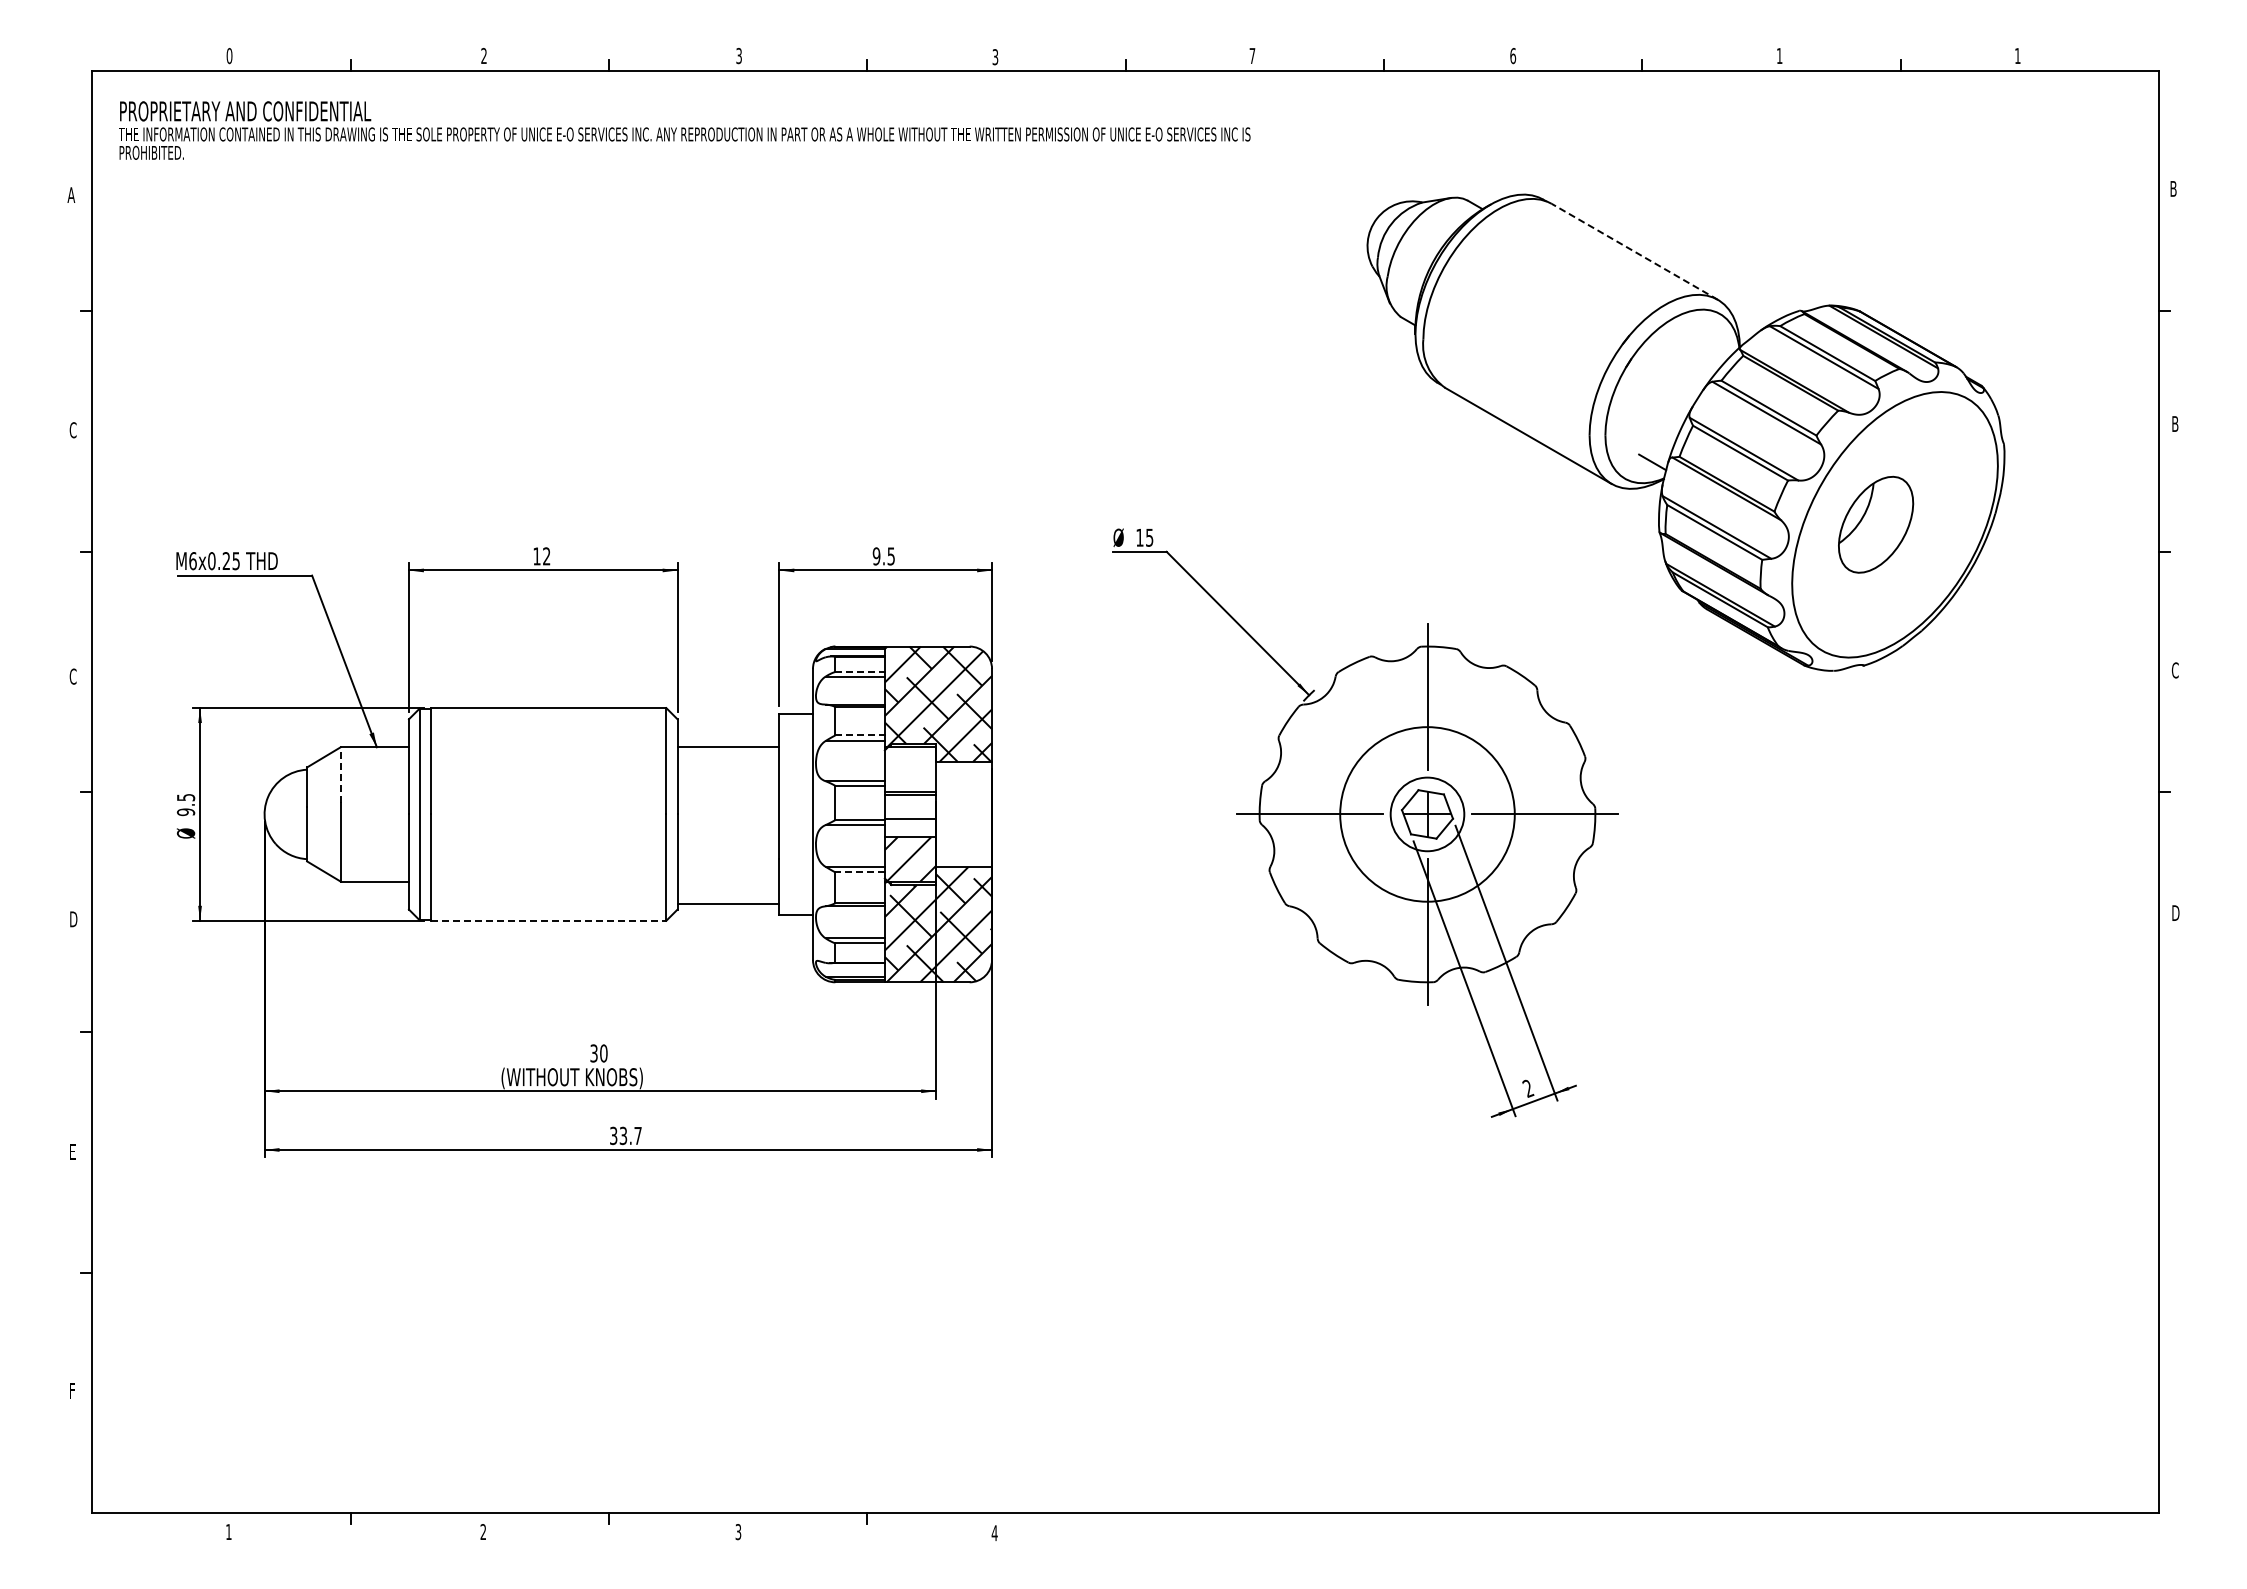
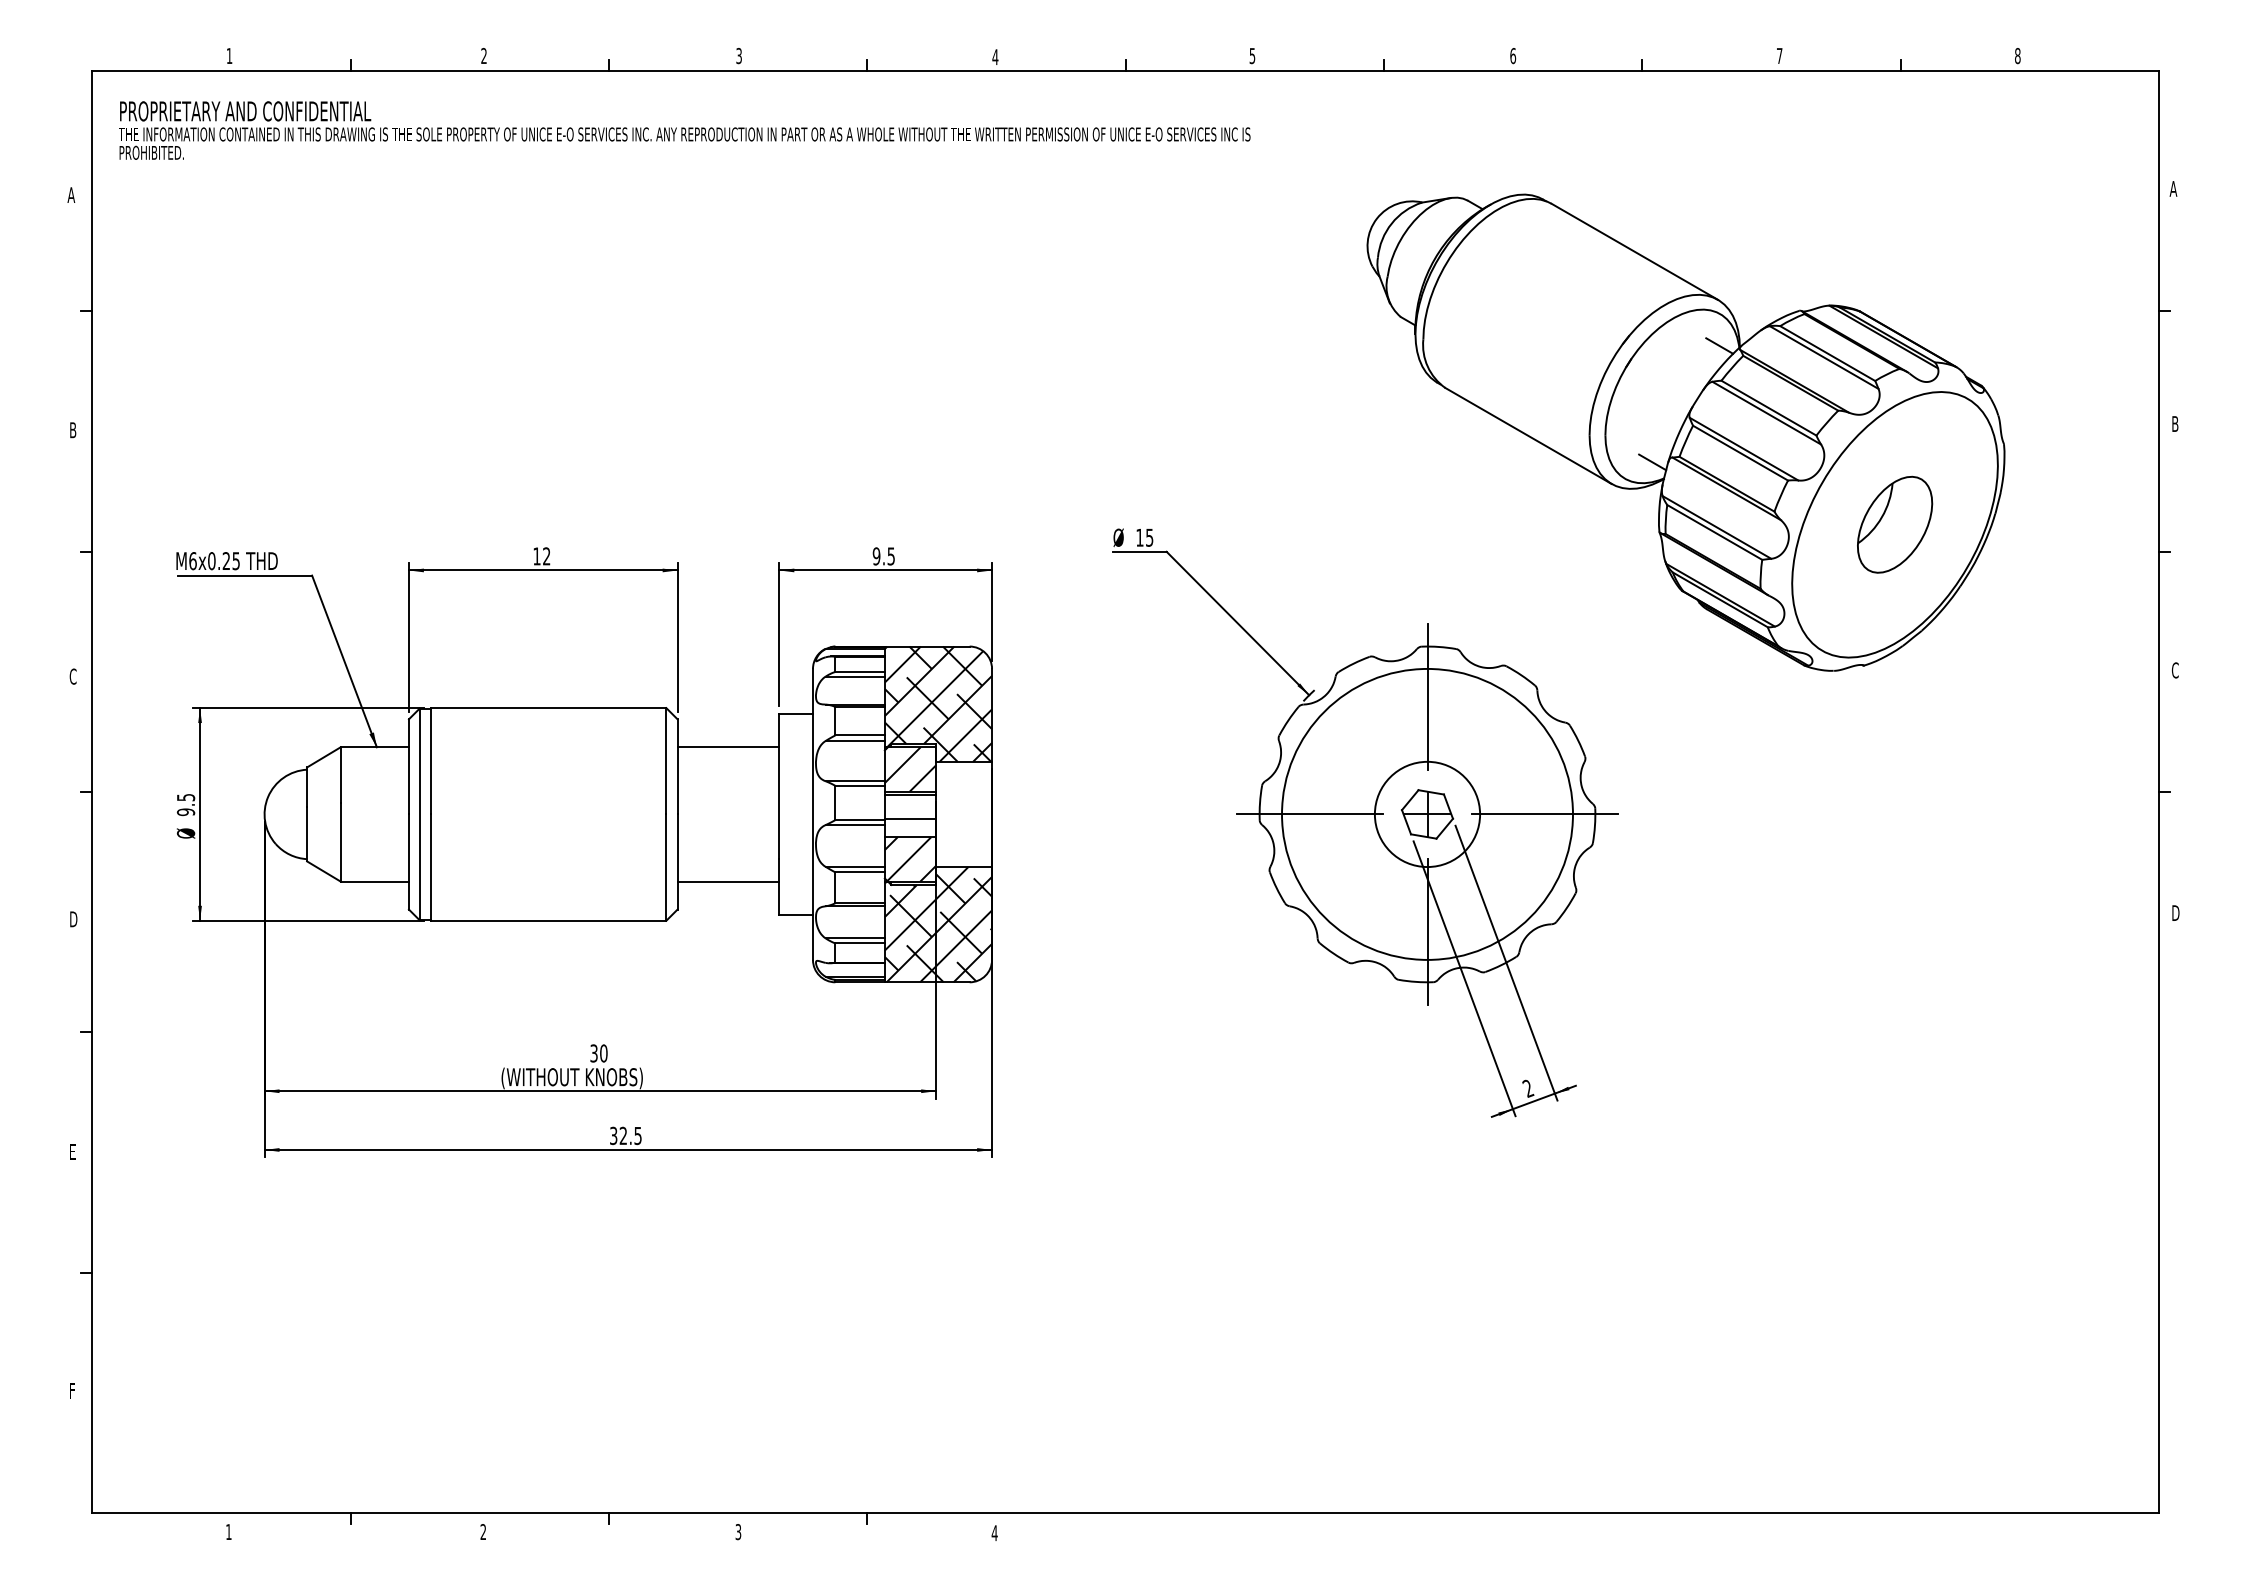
text at (1779, 55): 1 -> 7
text at (229, 56): 0 -> 1
text at (1252, 56): 7 -> 5
text at (2017, 56): 1 -> 8
text at (995, 57): 3 -> 4
text at (2173, 188): B -> A
line at (1634, 251): dashed -> solid
line at (1719, 345): none -> present
text at (72, 430): C -> B
part at (1876, 524) position: (1876, 524) -> (1895, 524)
line at (860, 671): dashed -> solid
line at (860, 735): dashed -> solid
hatch at (910, 769): none -> present
line at (340, 775): dashed -> solid
circle at (1427, 814) diameter: 175 px -> 291 px
circle at (1427, 814) diameter: 74 px -> 105 px
line at (860, 872): dashed -> solid
line at (728, 903) position: (728, 903) -> (728, 881)
line at (548, 920): dashed -> solid
text at (630, 1136): 33.7 -> 32.5
